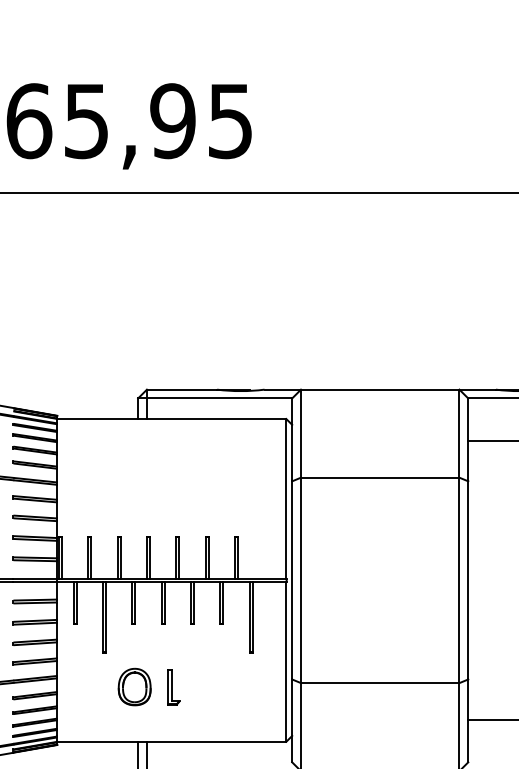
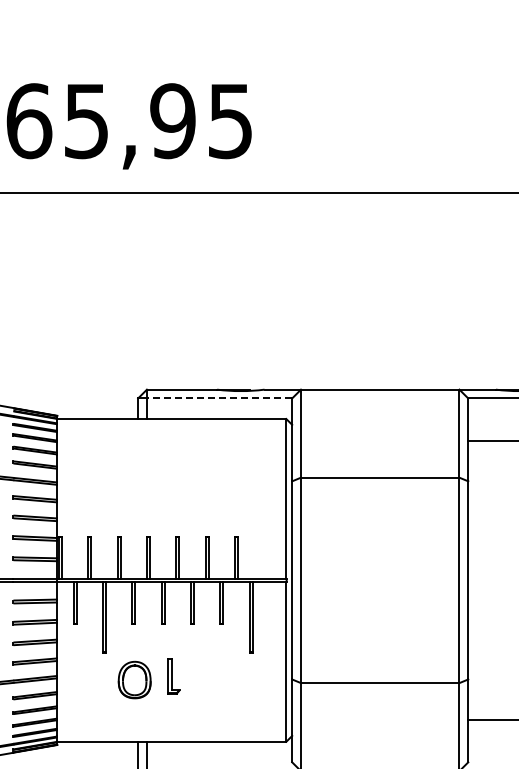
line at (219, 398): solid -> dashed
part at (134, 686) position: (134, 686) -> (134, 679)
part at (173, 687) position: (173, 687) -> (173, 676)
